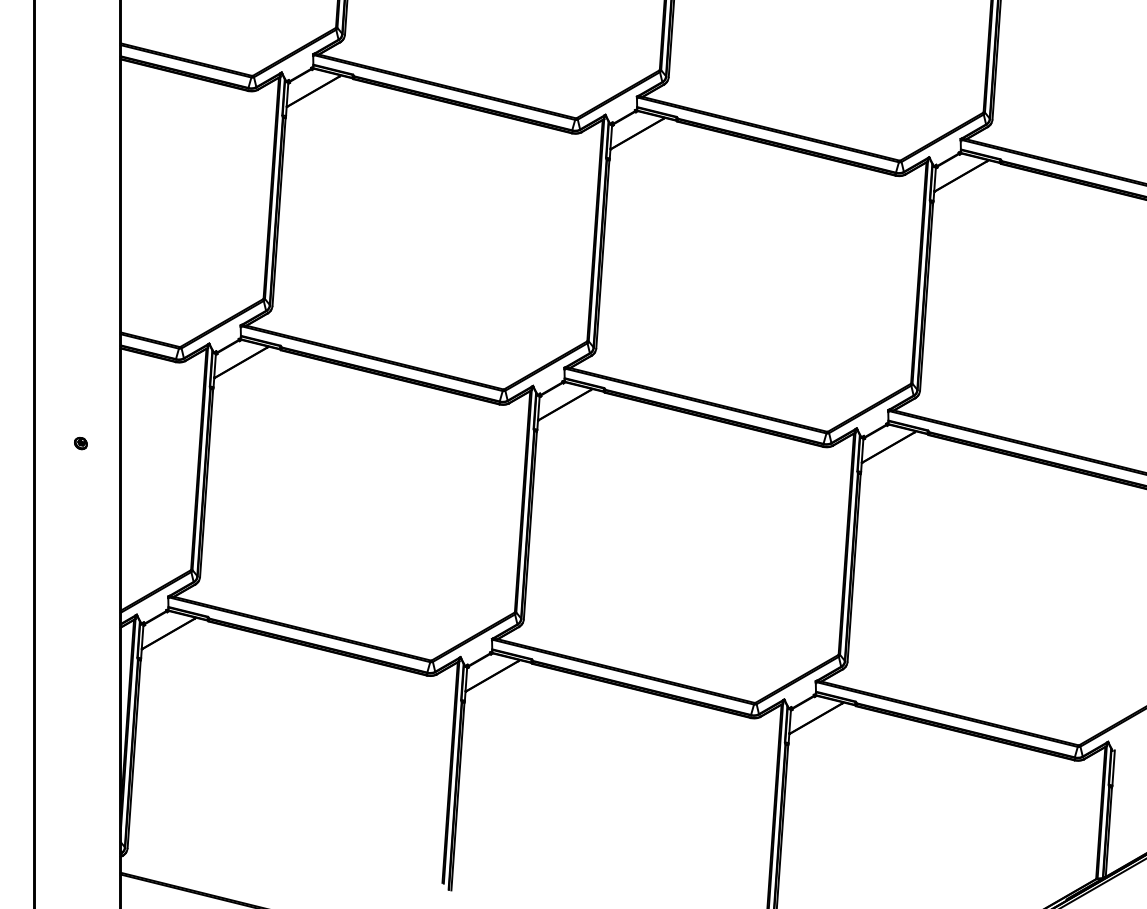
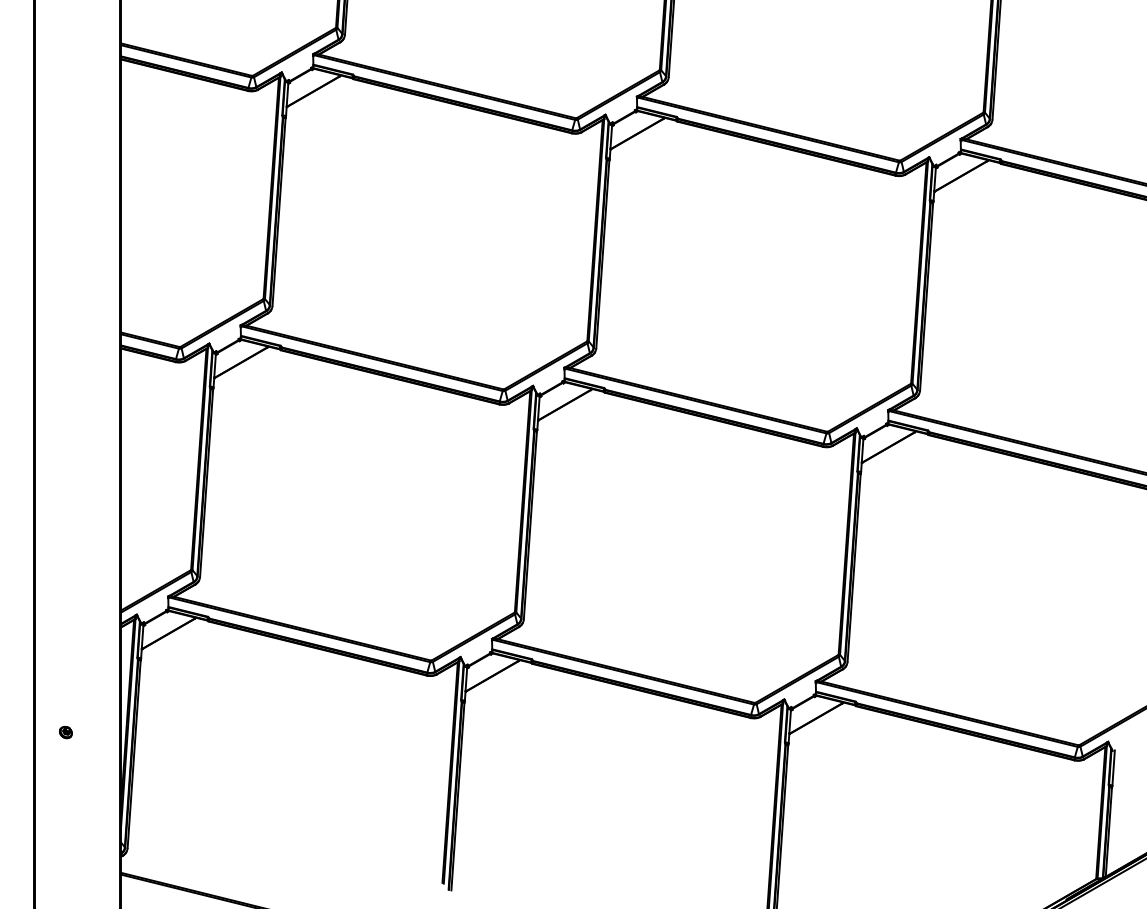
part at (80, 443) position: (80, 443) -> (65, 732)
